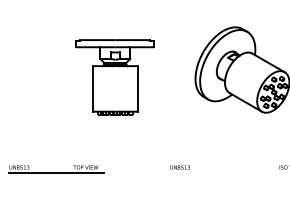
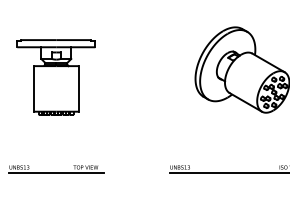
part at (114, 77) position: (114, 77) -> (55, 77)
line at (227, 172): none -> present
